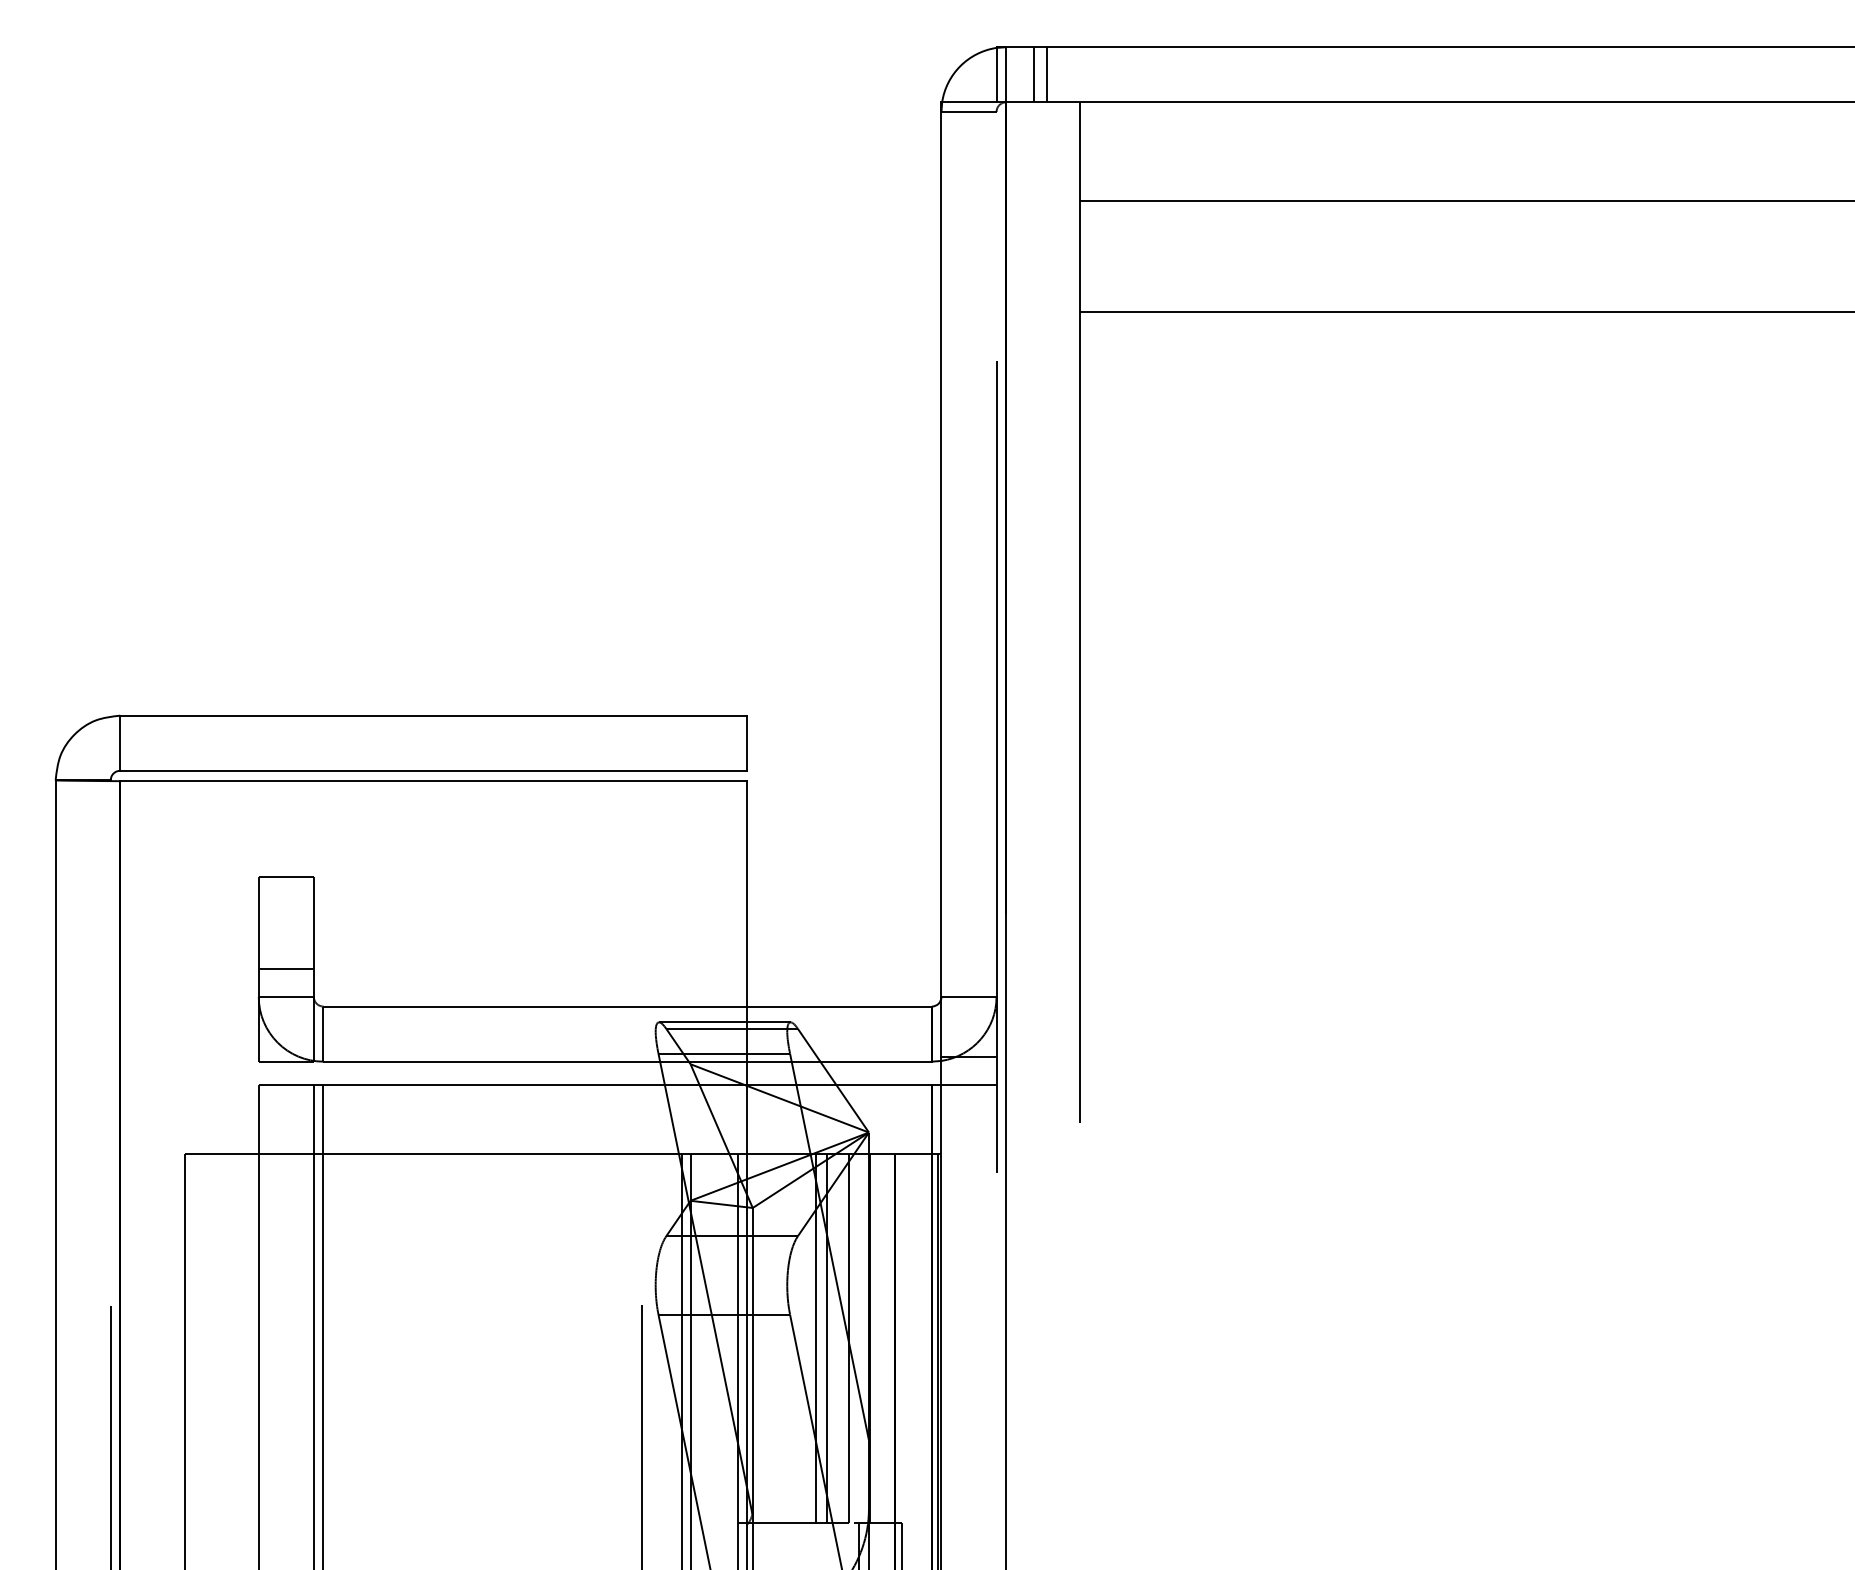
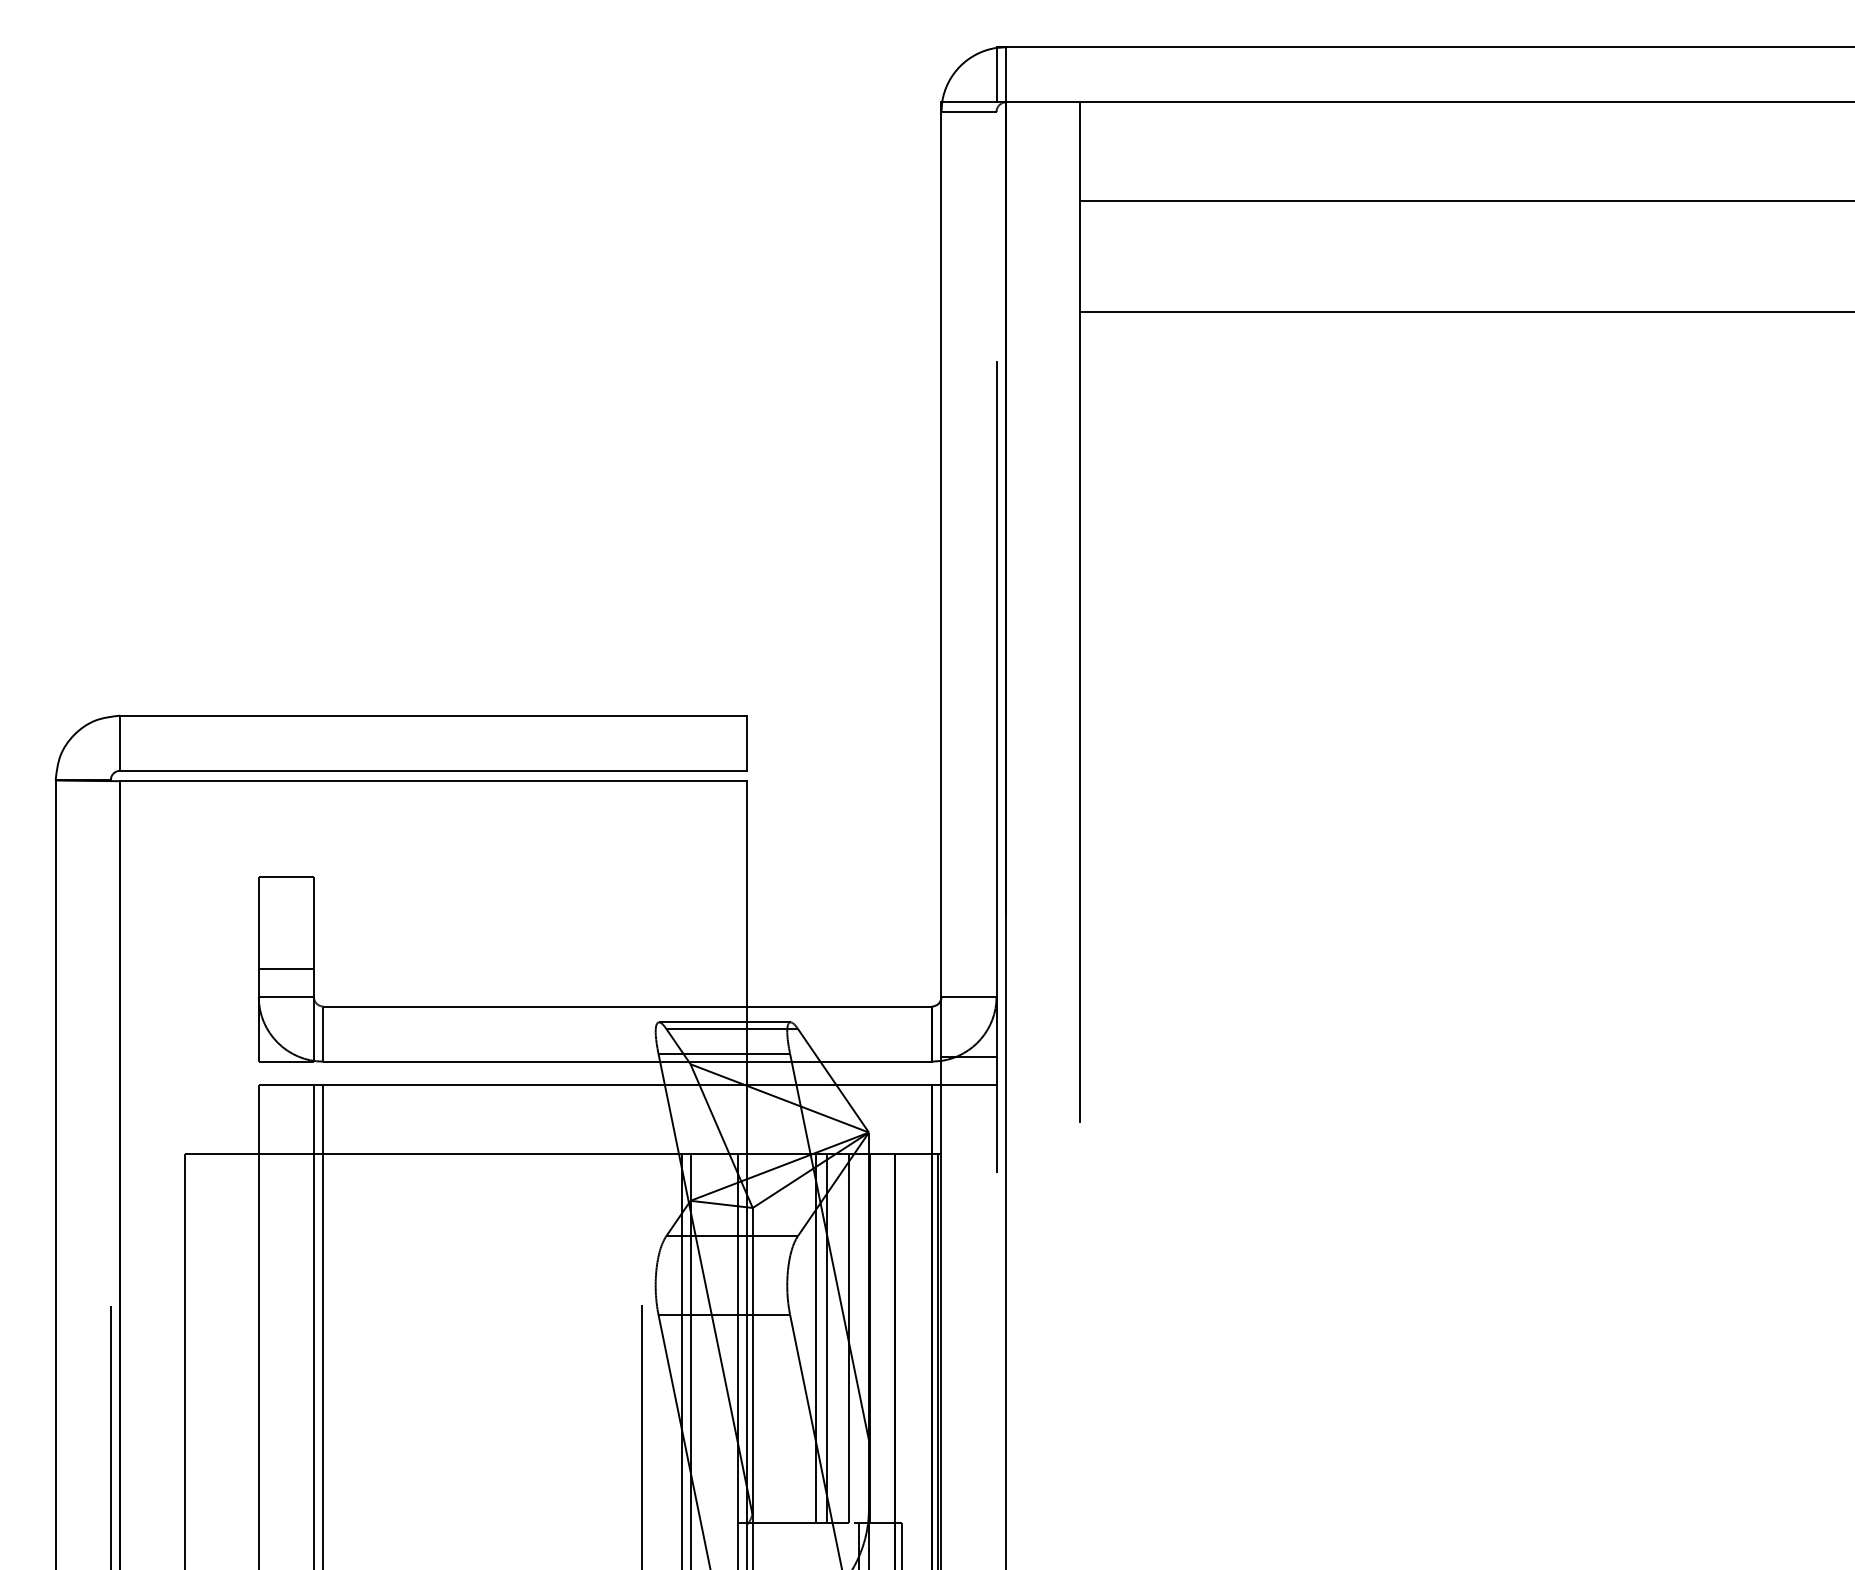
line at (1033, 74): present -> none
line at (1047, 74): present -> none
